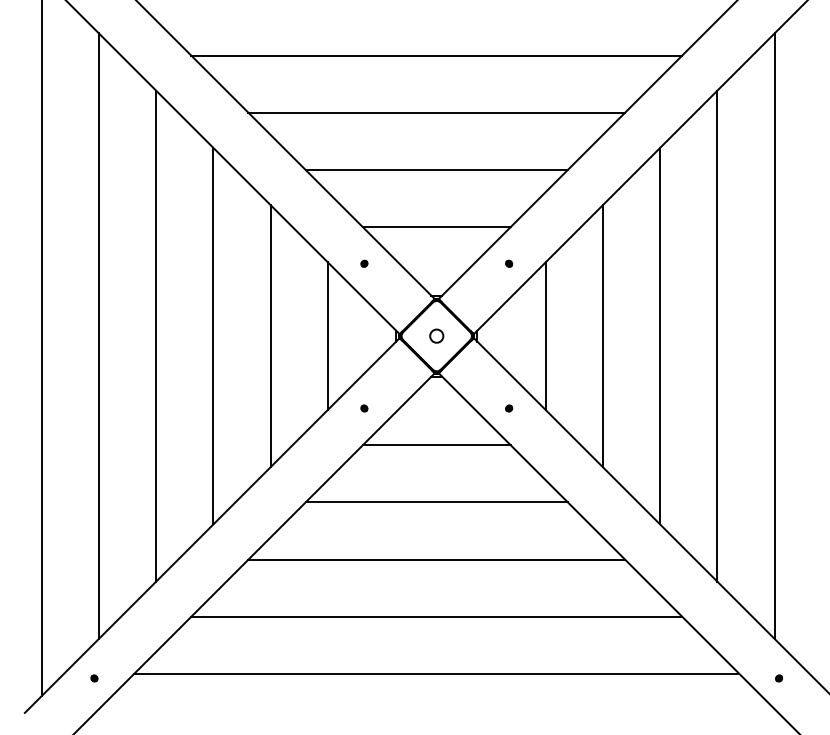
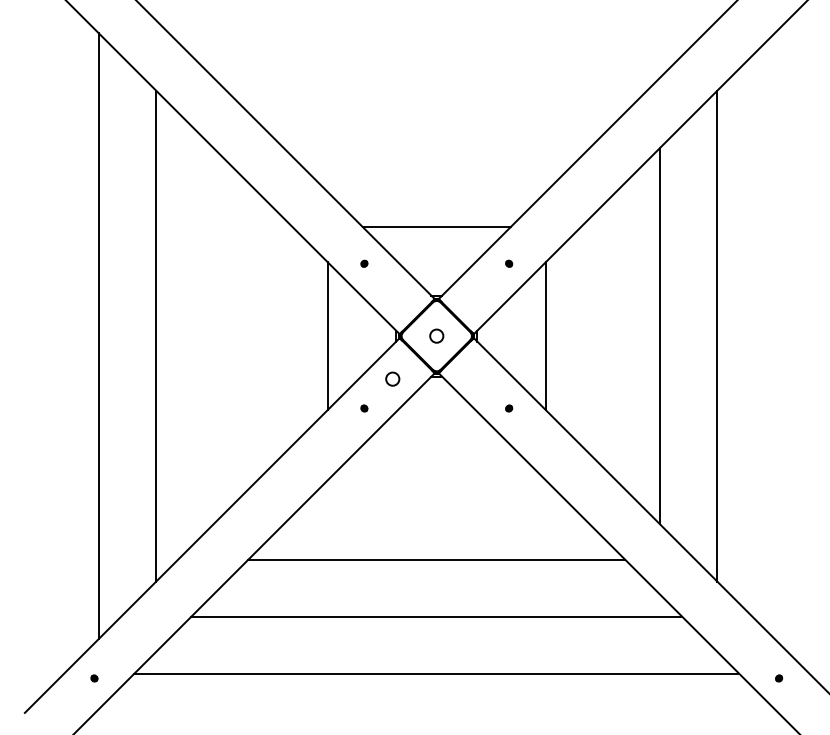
line at (436, 55): present -> none
line at (436, 112): present -> none
line at (436, 169): present -> none
line at (213, 335): present -> none
line at (774, 335): present -> none
line at (270, 336): present -> none
line at (602, 336): present -> none
line at (41, 349): present -> none
circle at (392, 378): none -> present
line at (436, 445): present -> none
line at (436, 502): present -> none
